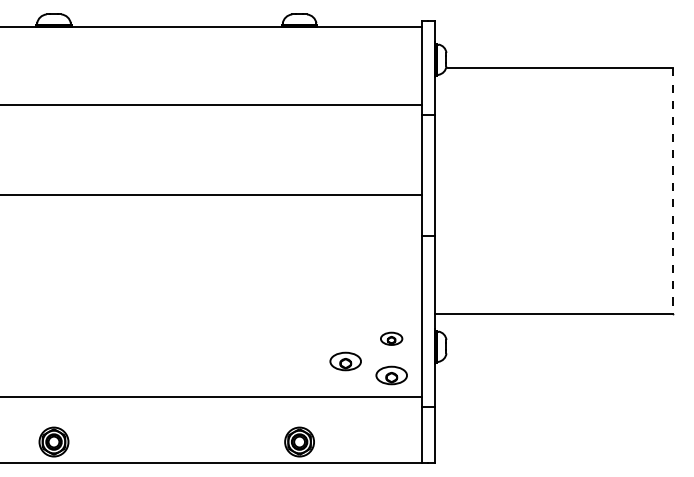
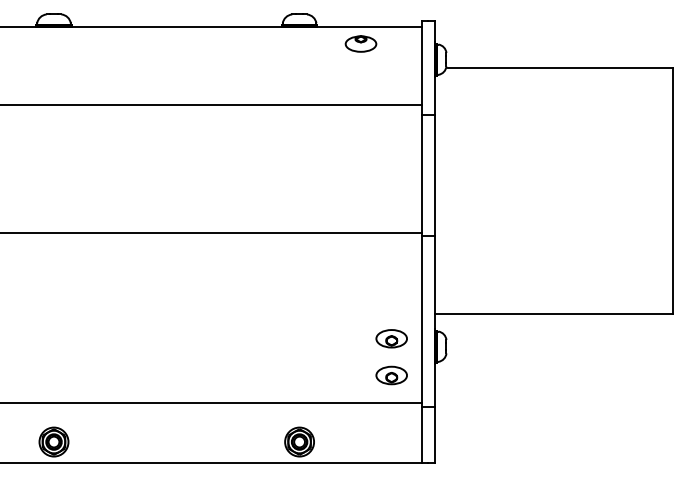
part at (360, 43): none -> present
line at (673, 190): dashed -> solid
line at (212, 195) position: (212, 195) -> (212, 233)
part at (391, 338) size: 24x15 px -> 33x20 px
part at (345, 361): present -> none
line at (212, 396) position: (212, 396) -> (212, 402)
